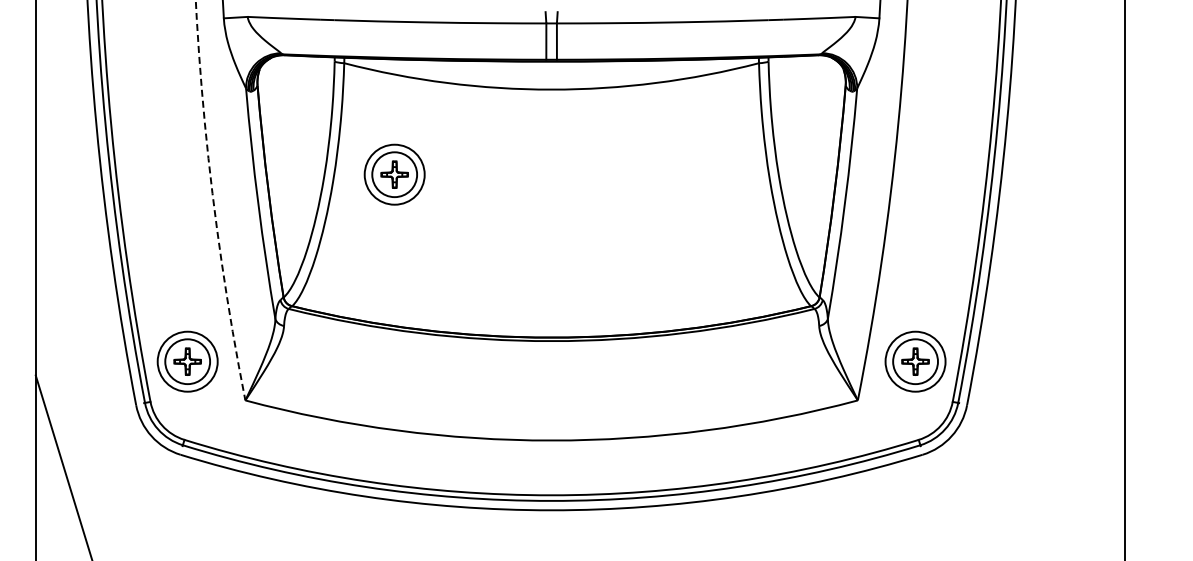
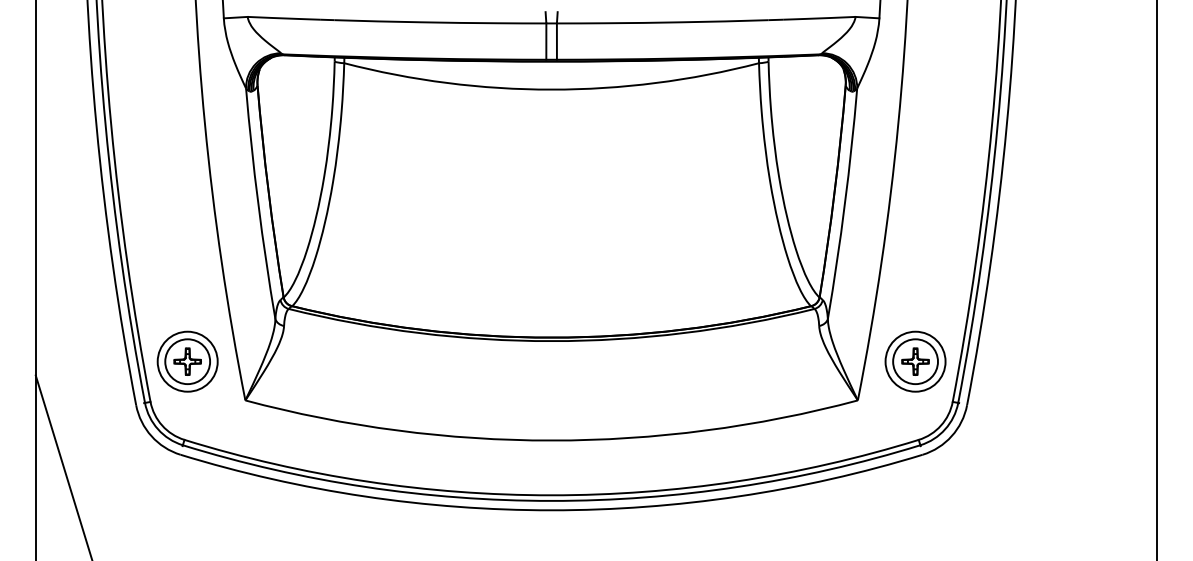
part at (394, 174): present -> none
arc at (213, 201): dashed -> solid
line at (1125, 279) position: (1125, 279) -> (1157, 279)
